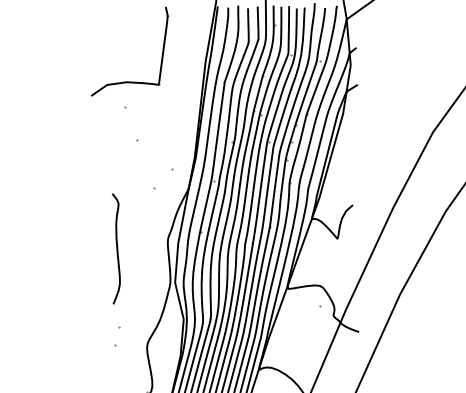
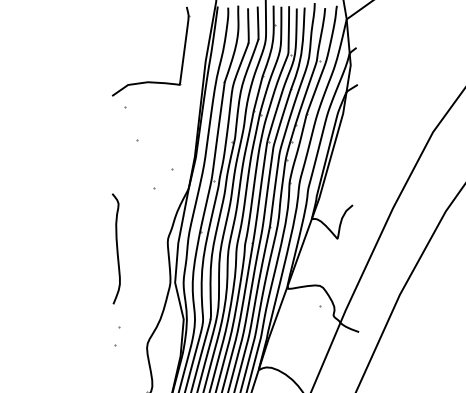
part at (130, 81) position: (130, 81) -> (151, 81)
